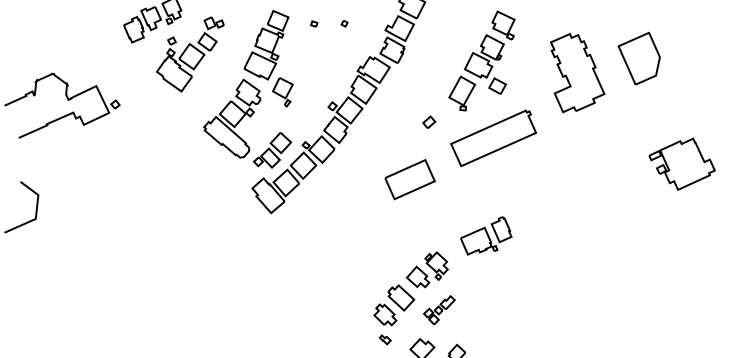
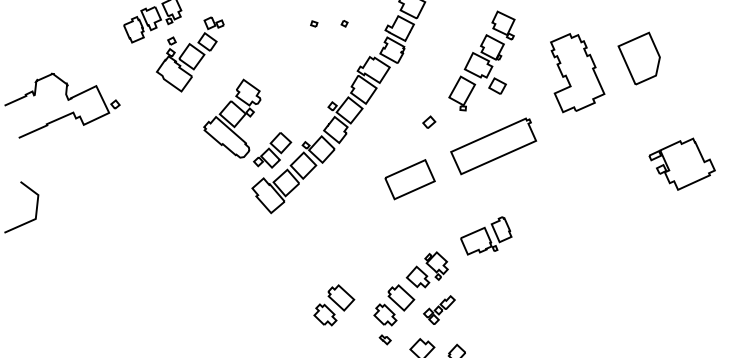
part at (268, 58): present -> none
part at (493, 138) position: (493, 138) -> (493, 146)
part at (334, 305): none -> present
